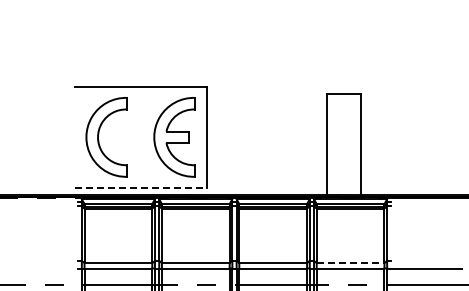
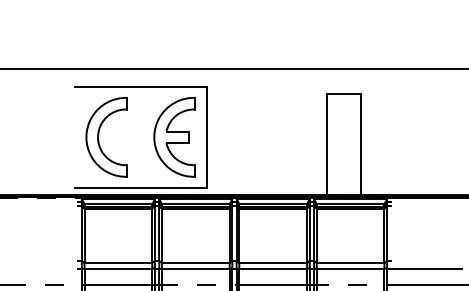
line at (233, 69): none -> present
line at (140, 187): dashed -> solid
line at (350, 263): dashed -> solid
